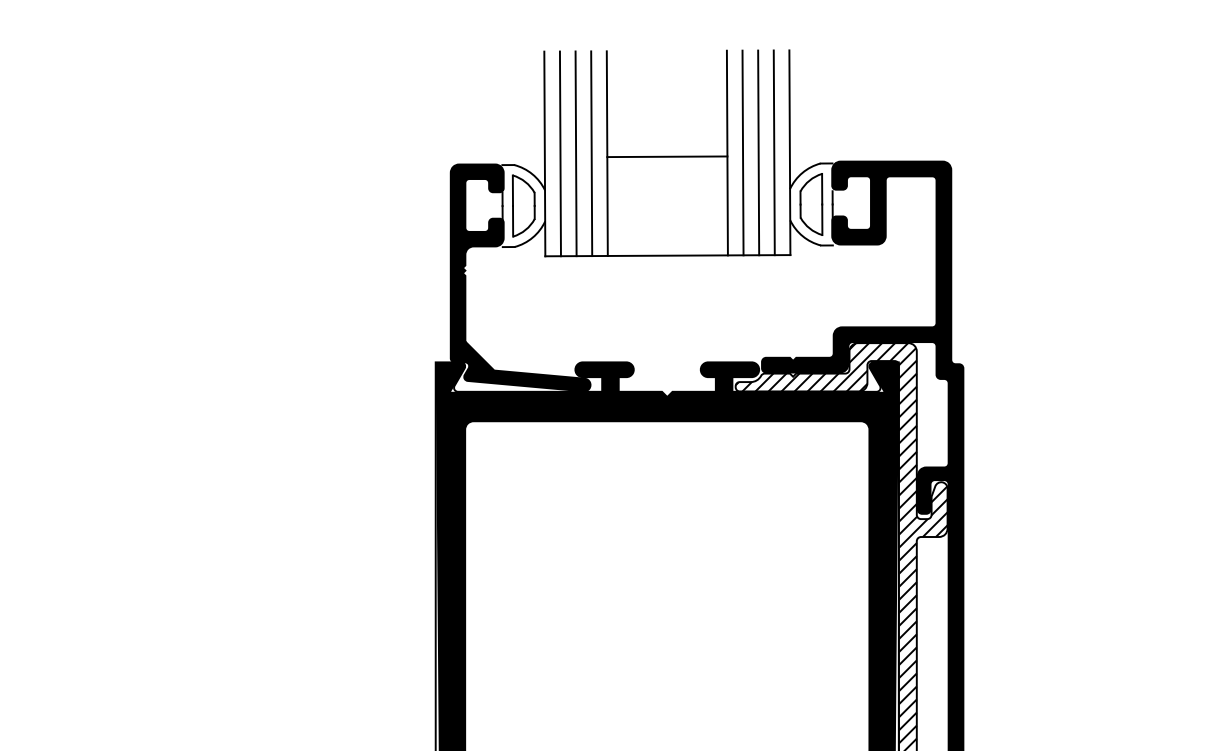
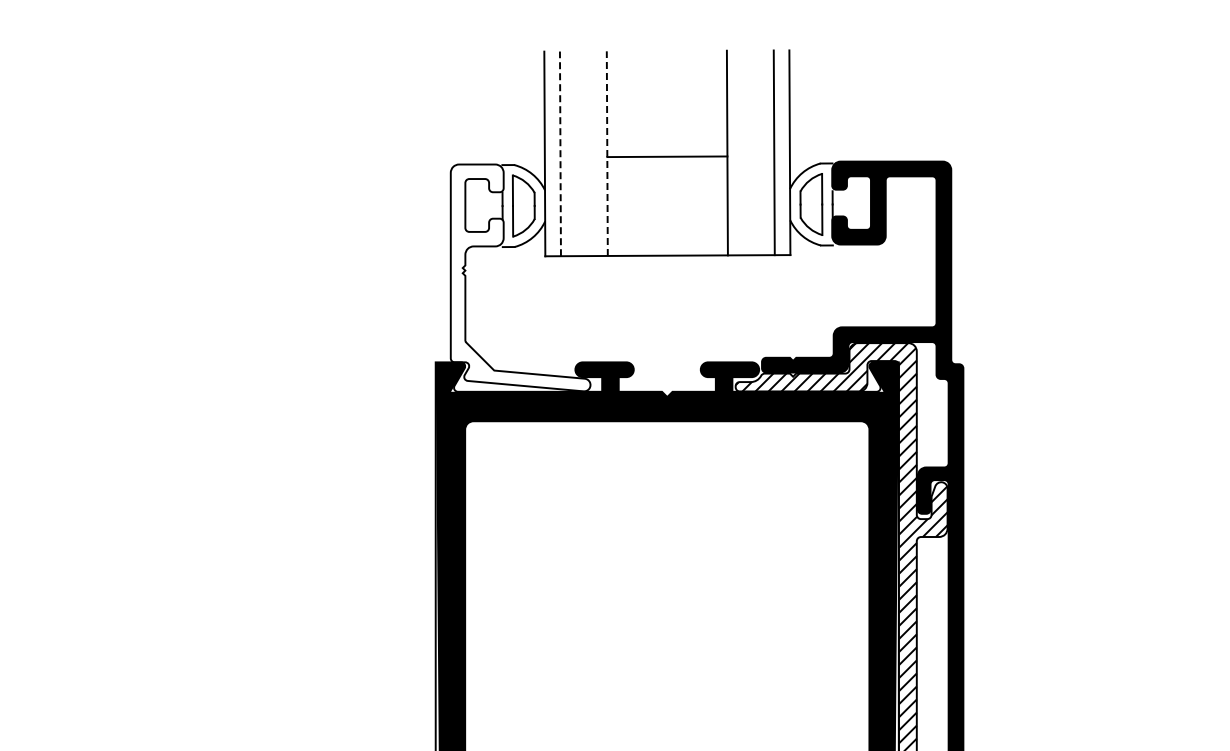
line at (742, 152): present -> none
line at (758, 152): present -> none
line at (560, 153): solid -> dashed
line at (575, 153): present -> none
line at (591, 153): present -> none
line at (607, 153): solid -> dashed
fill at (520, 277): present -> none
